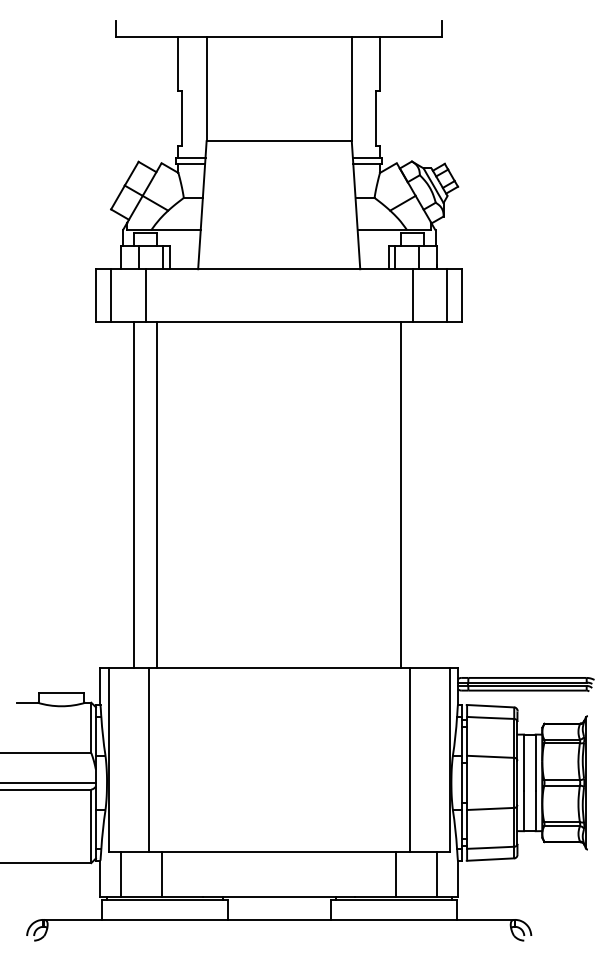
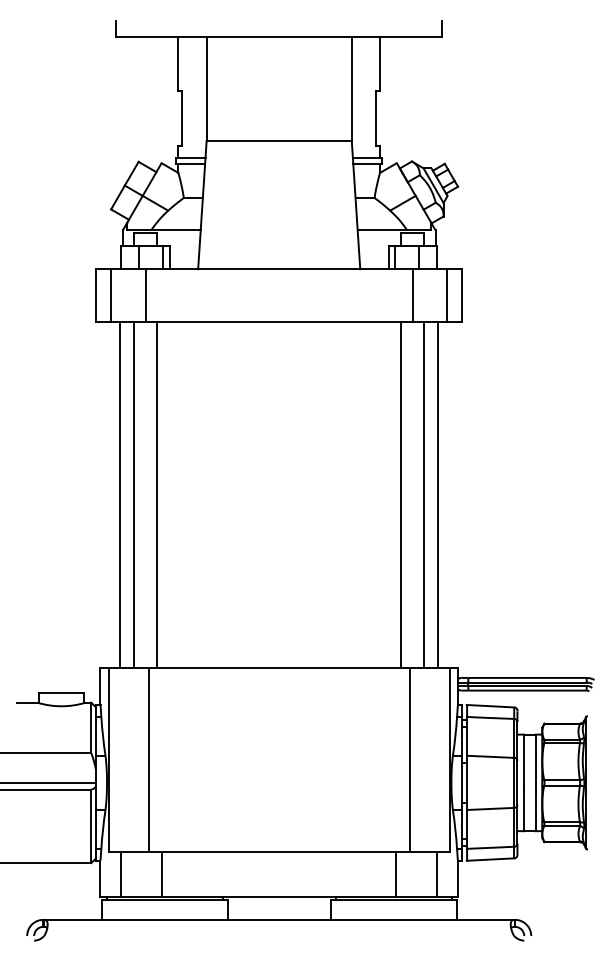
line at (119, 494): none -> present
line at (424, 494): none -> present
line at (438, 494): none -> present
